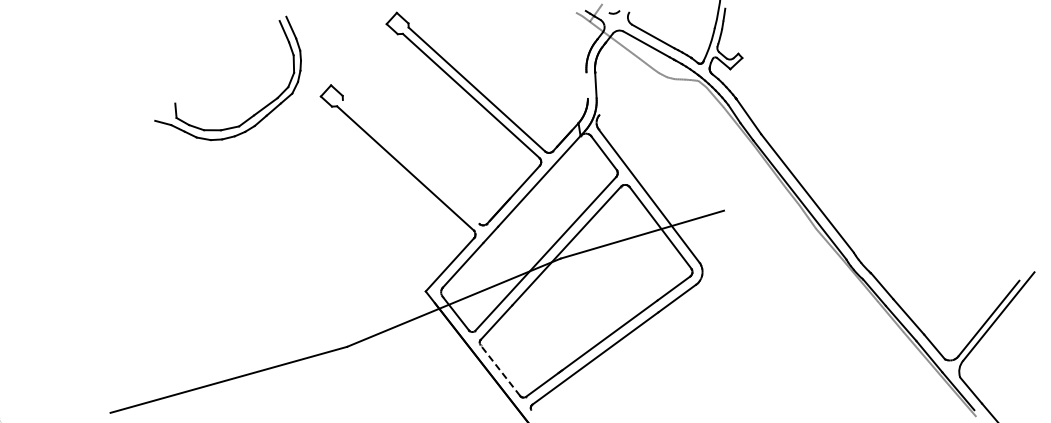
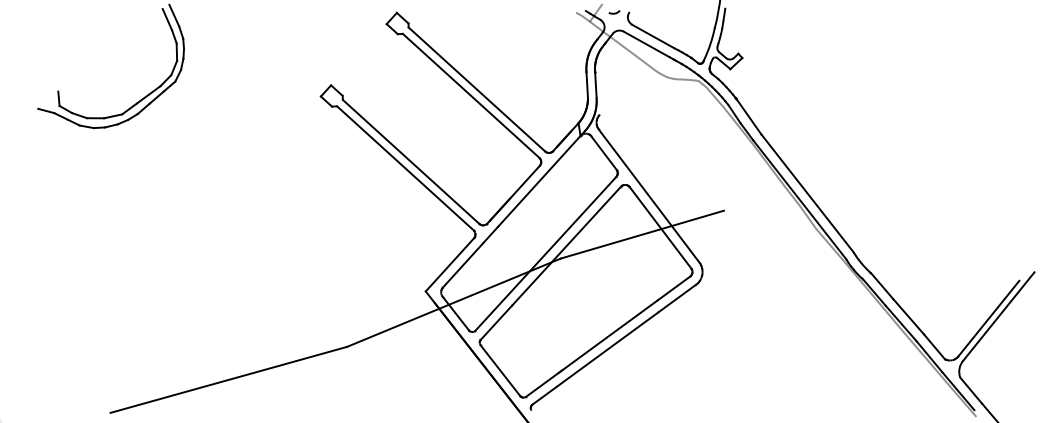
line at (587, 85): none -> present
part at (254, 113) position: (254, 113) -> (137, 101)
line at (410, 161): none -> present
line at (500, 370): dashed -> solid
